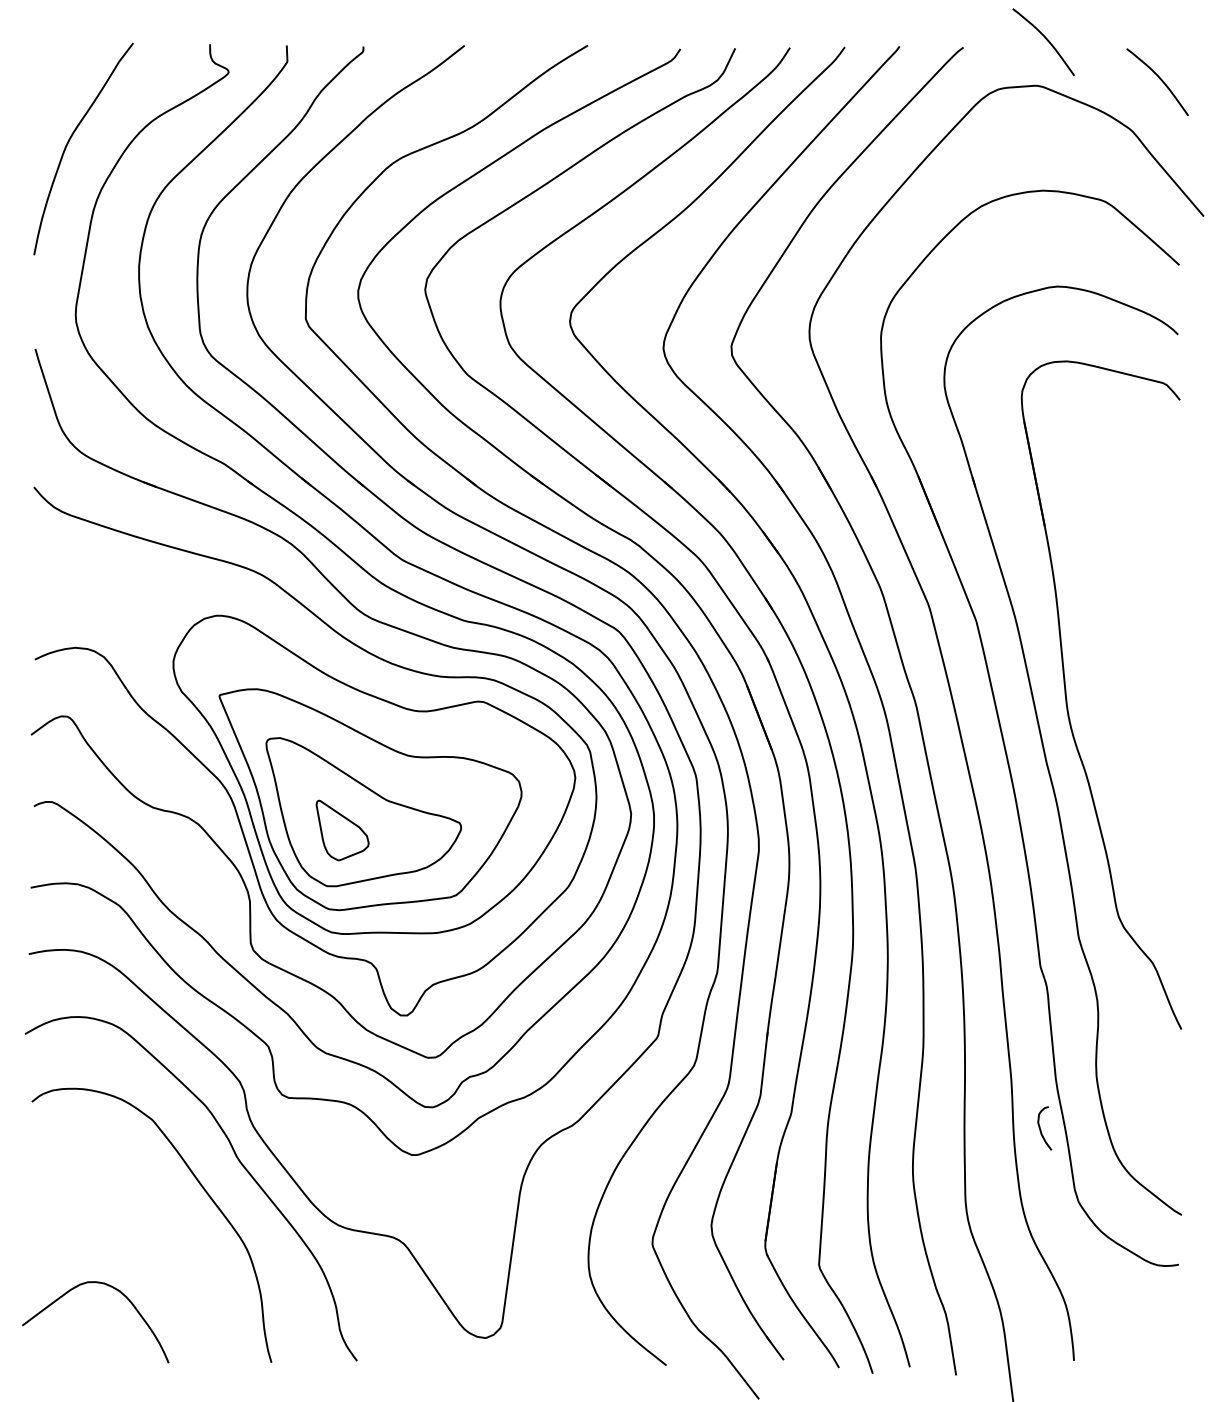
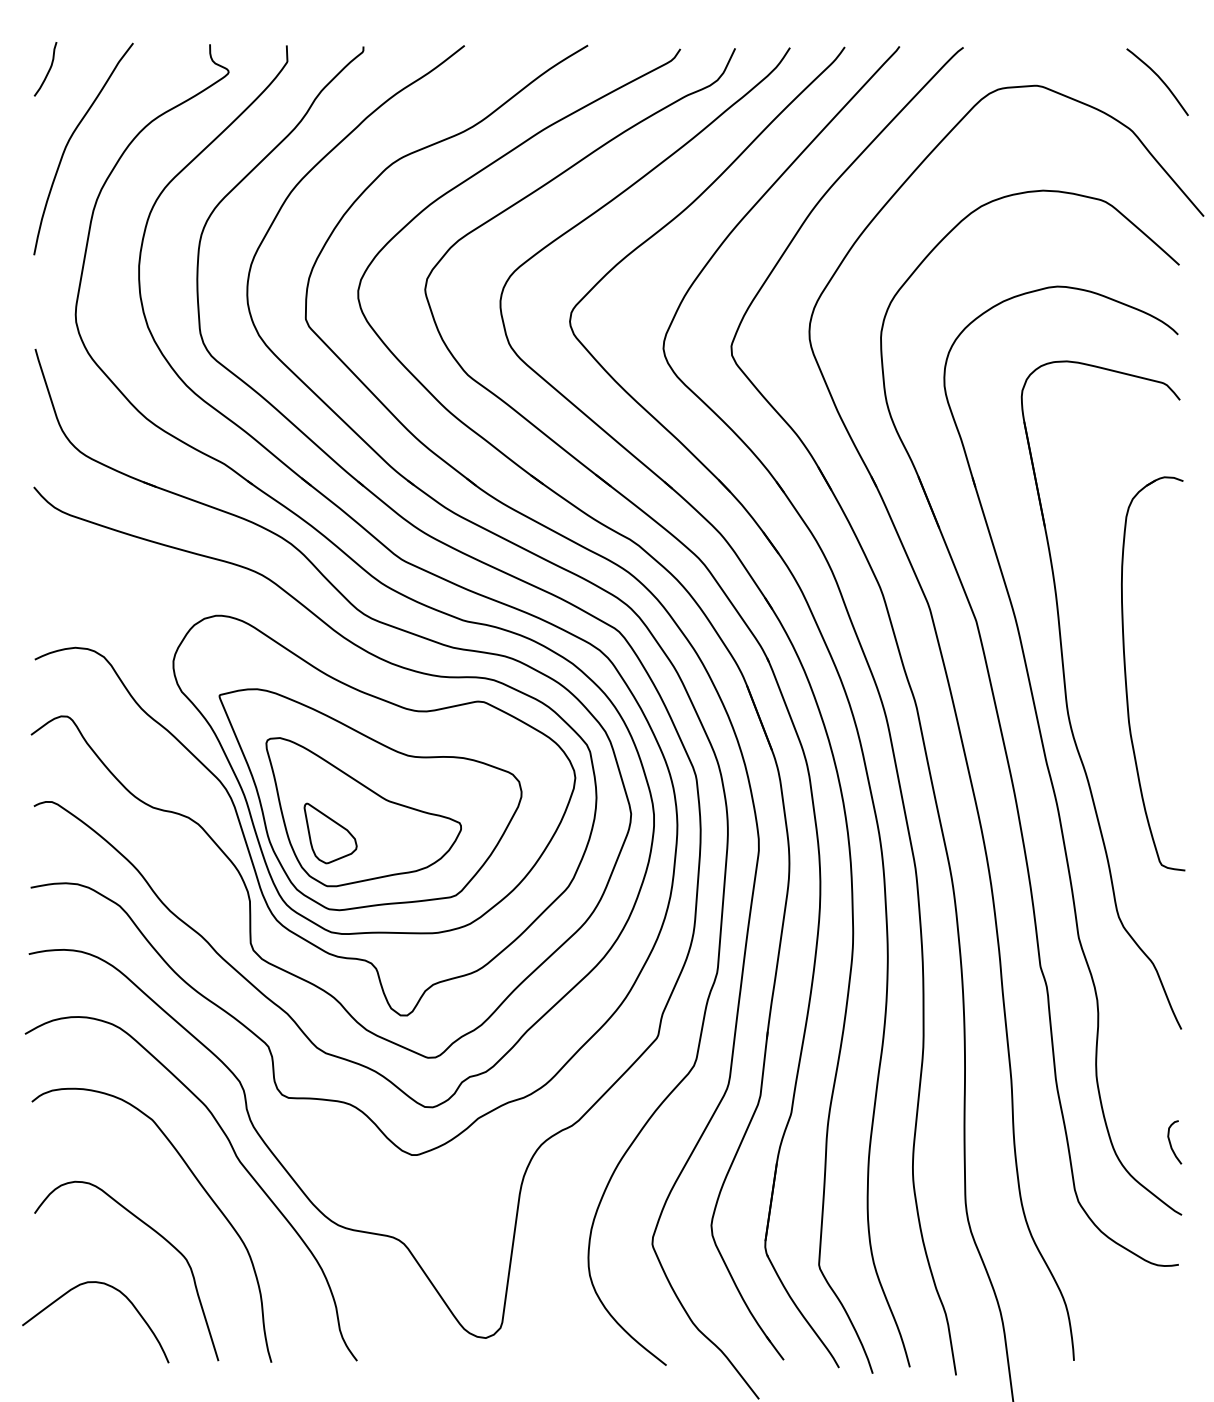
curve at (1045, 39): present -> none
curve at (47, 71): none -> present
part at (1126, 673): none -> present
part at (342, 830) position: (342, 830) -> (330, 833)
curve at (1041, 1129) position: (1041, 1129) -> (1171, 1143)
curve at (157, 1234): none -> present
